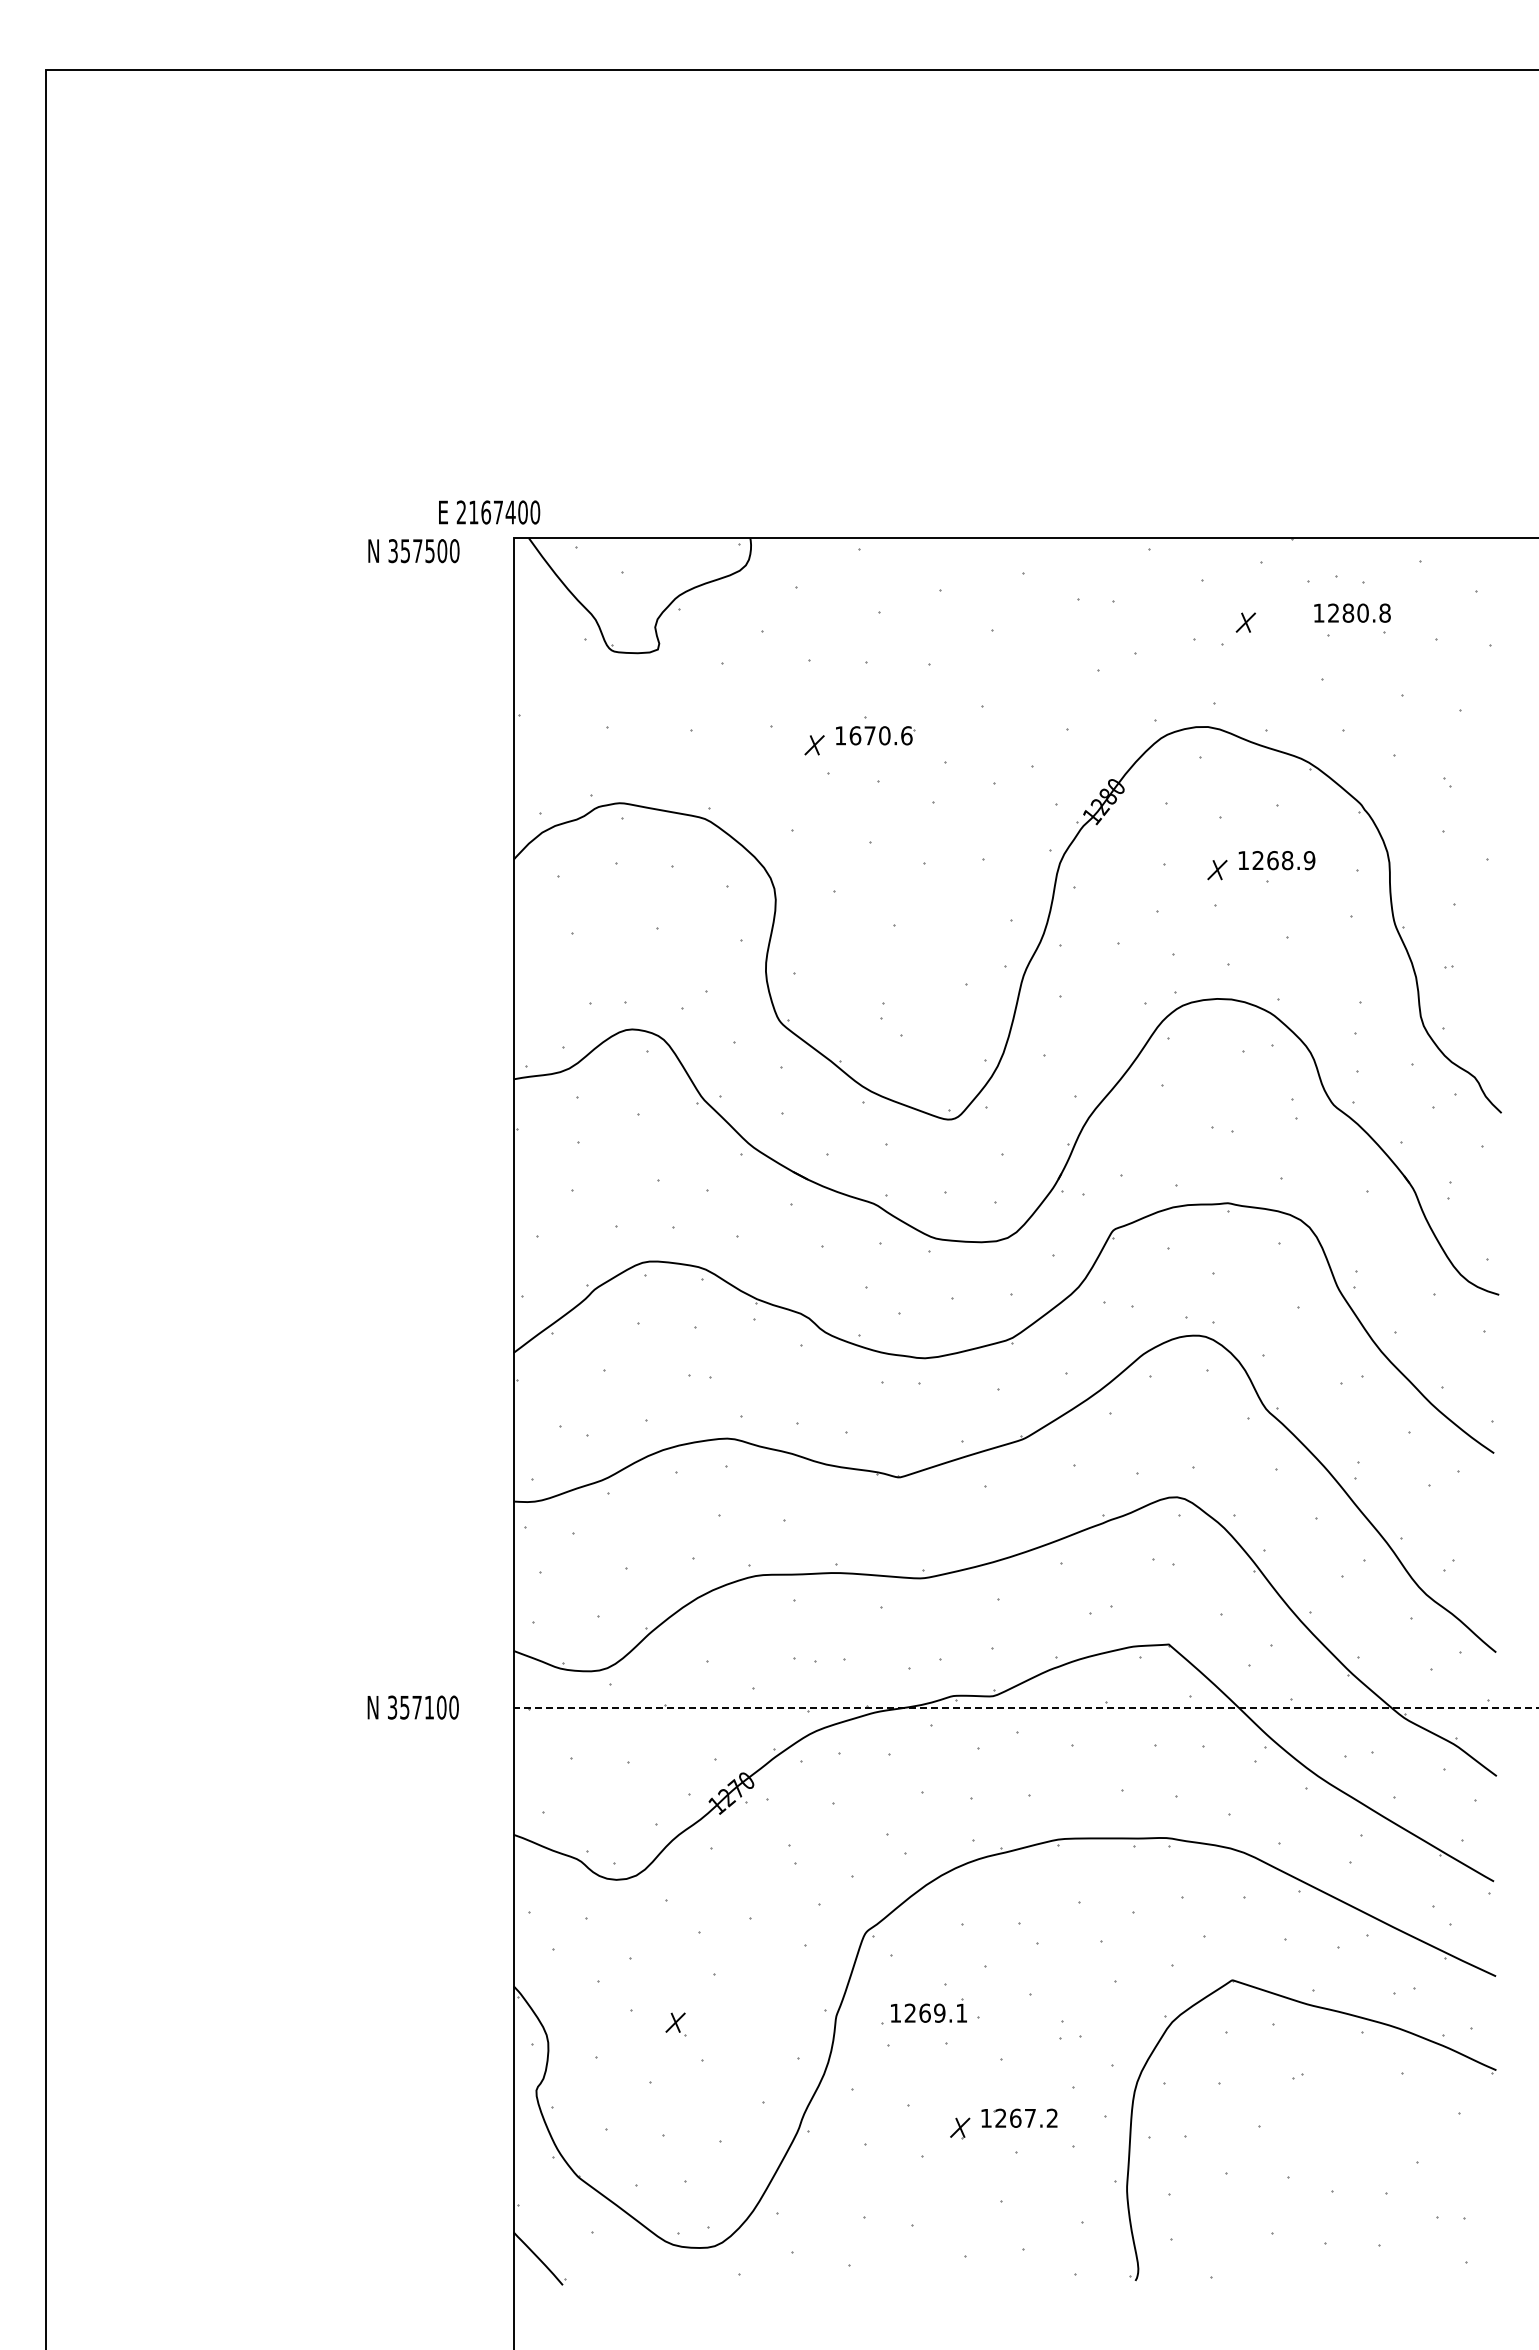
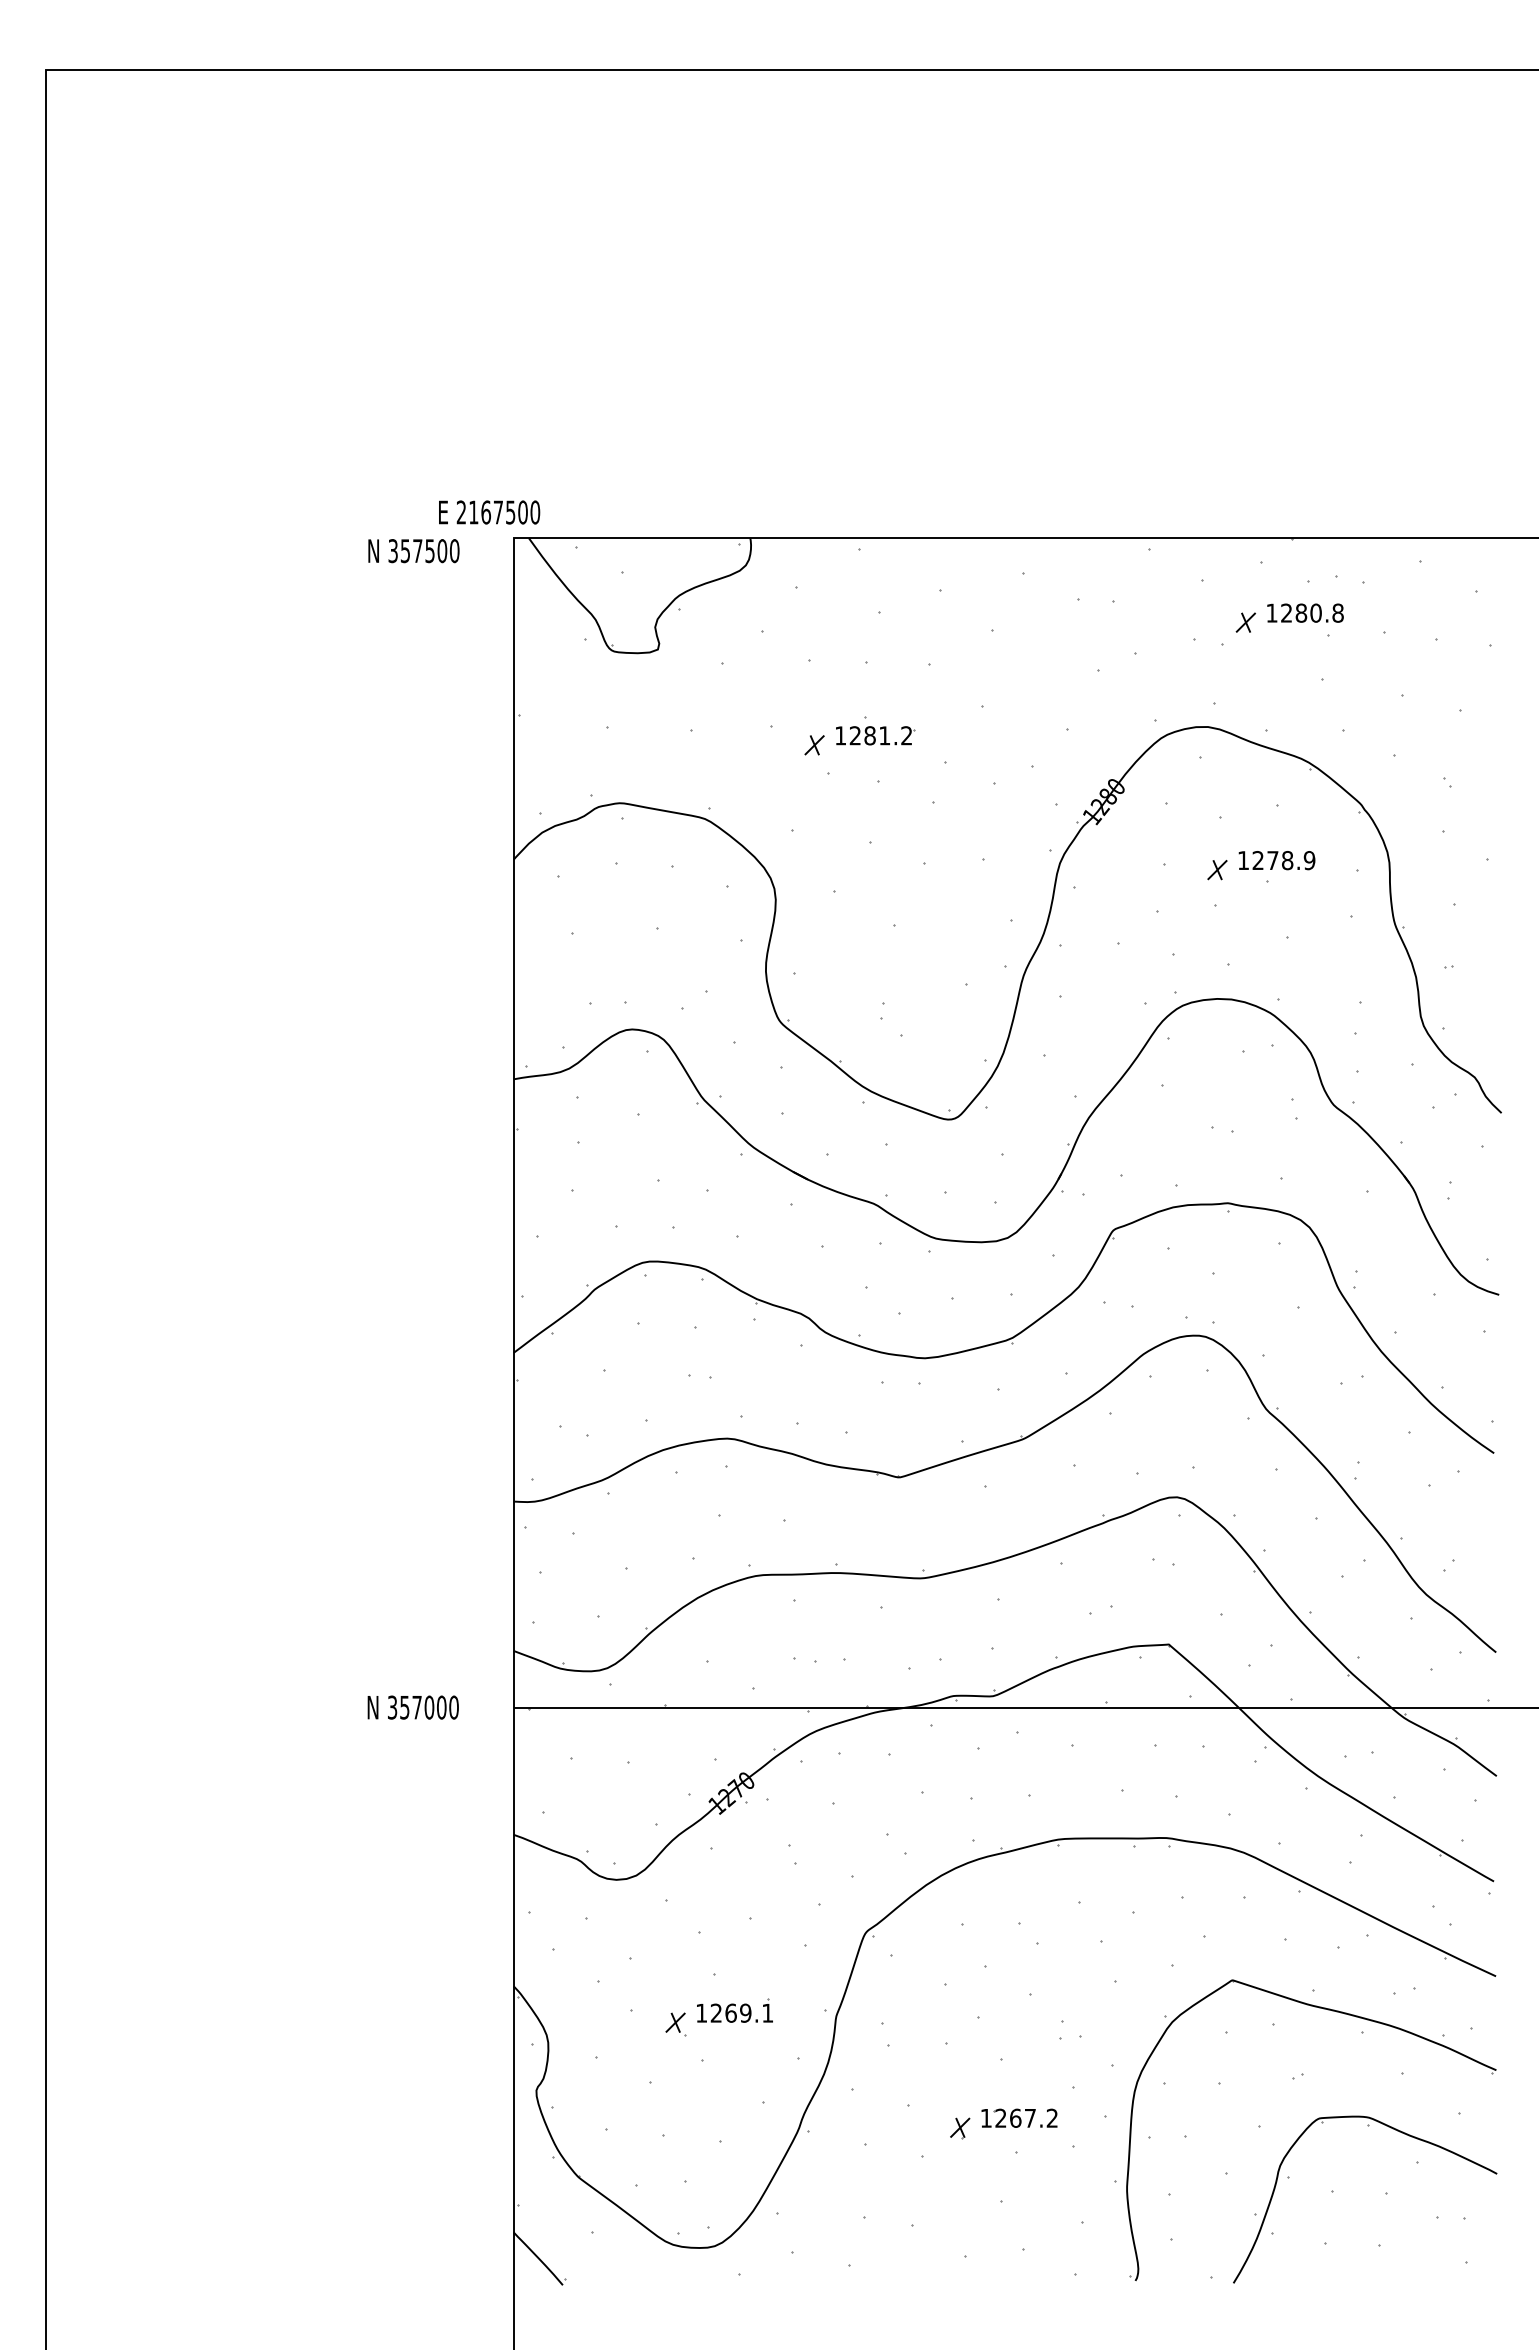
text at (510, 512): 2167400 -> 2167500
text at (1352, 612) position: (1352, 612) -> (1305, 612)
text at (880, 735): 1670.6 -> 1281.2
text at (1272, 860): 1268.9 -> 1278.9
text at (429, 1707): 357100 -> 357000
line at (1025, 1707): dashed -> solid
part at (928, 2010) position: (928, 2010) -> (734, 2010)
part at (1368, 2126): none -> present
